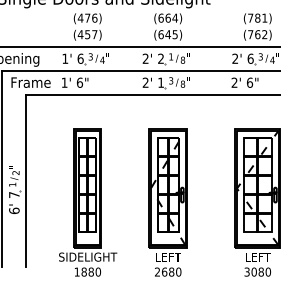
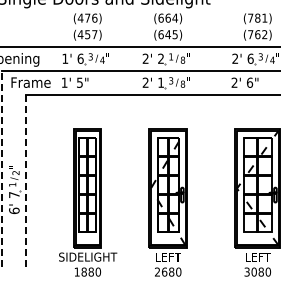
text at (79, 82): 6" -> 5"
line at (2, 168): solid -> dashed
line at (26, 180): solid -> dashed
